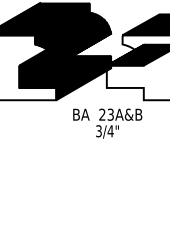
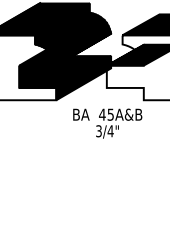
text at (106, 114): 23A&B -> 45A&B
